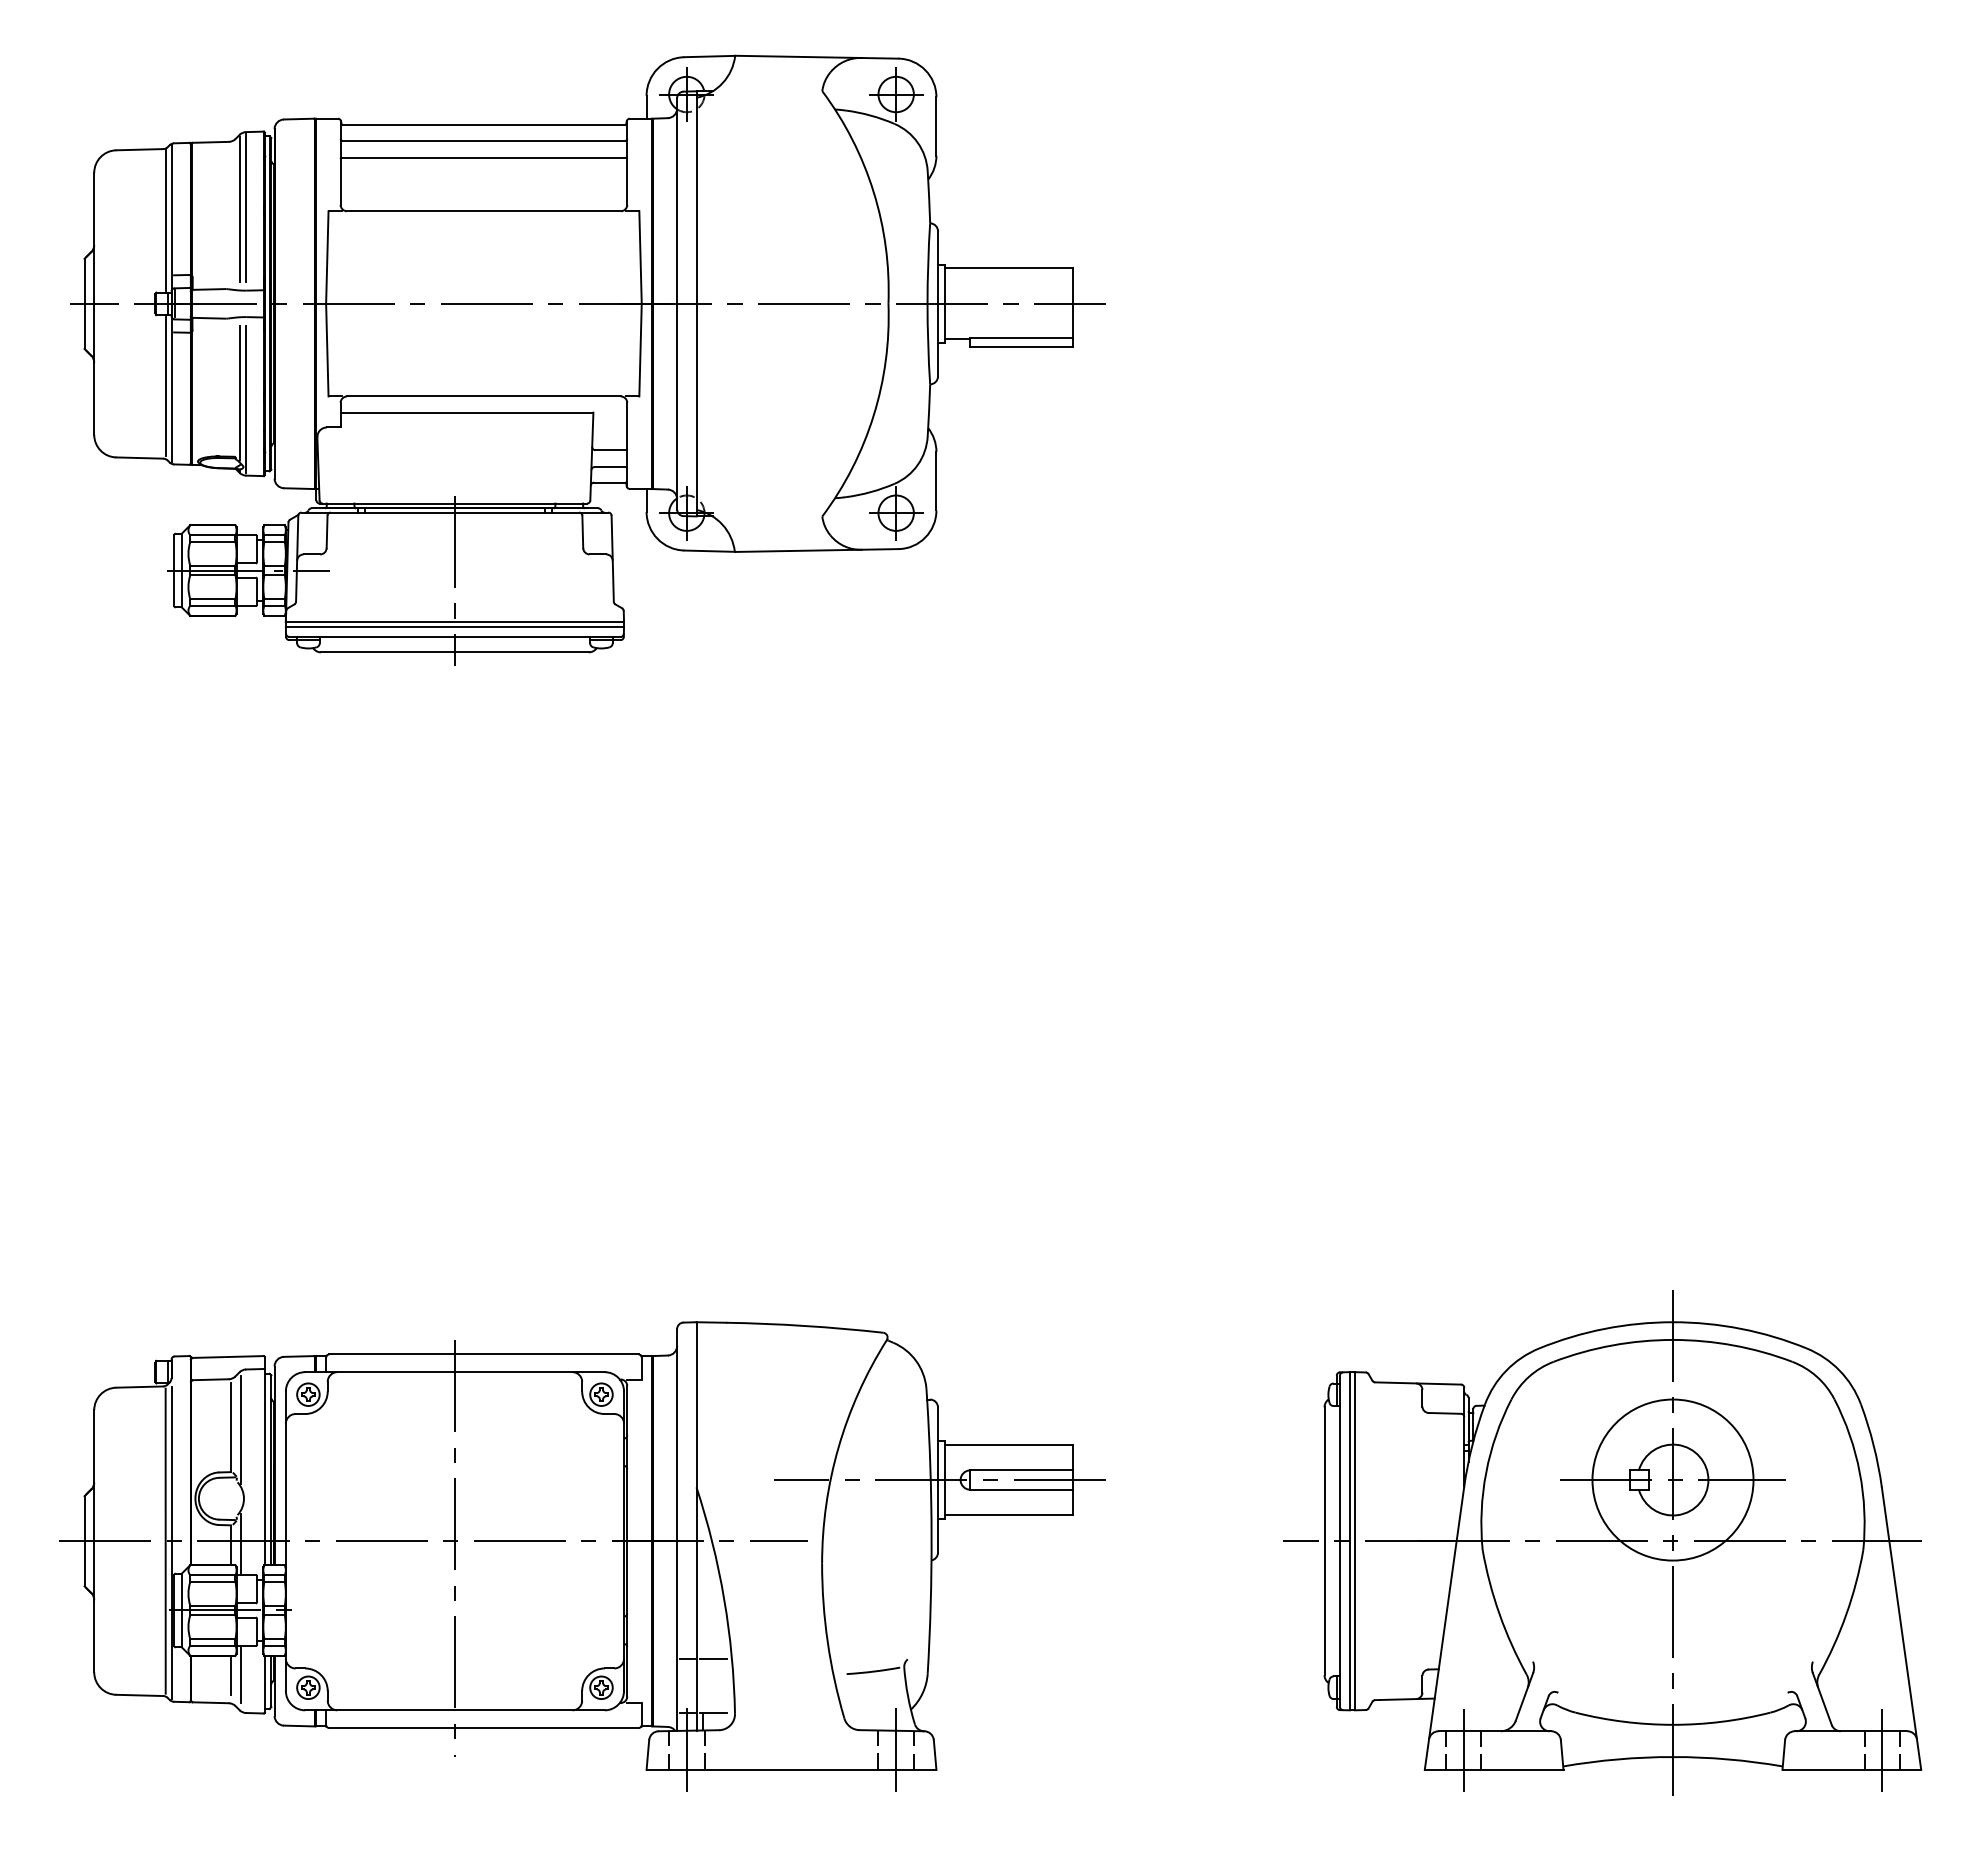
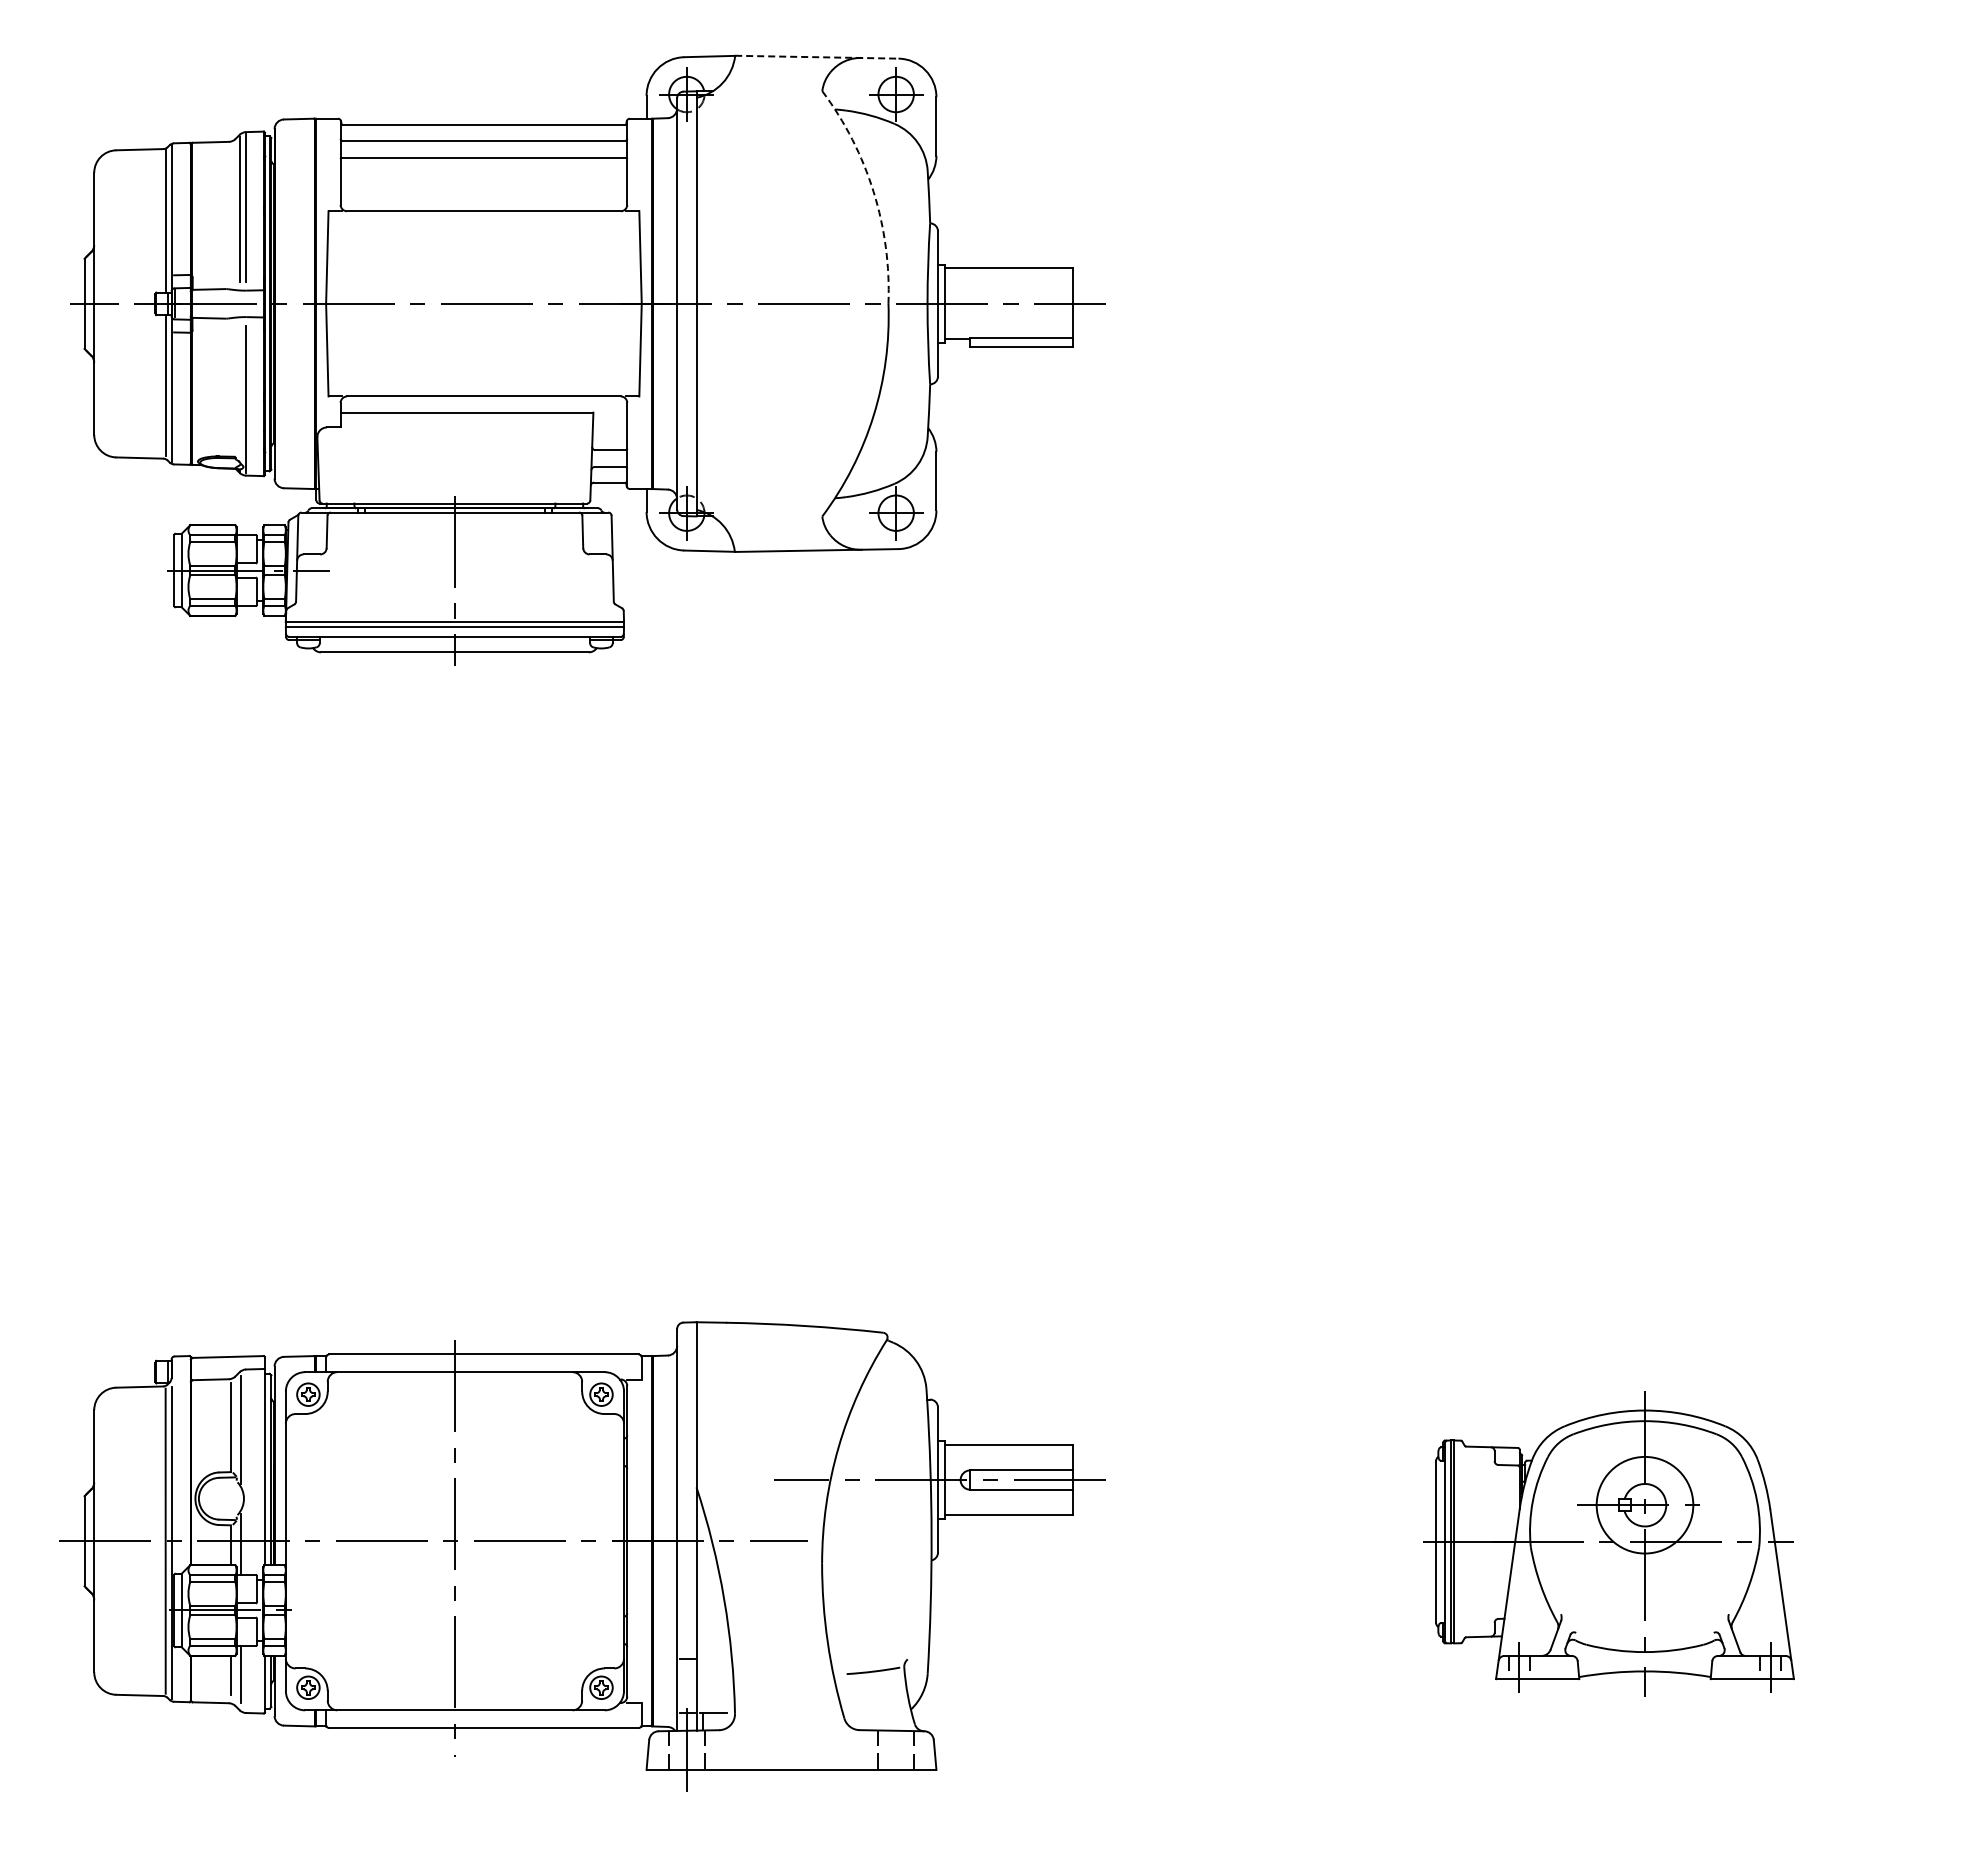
line at (816, 57): solid -> dashed
arc at (873, 191): solid -> dashed
line at (239, 392): present -> none
part at (1602, 1542) size: 640x506 px -> 372x306 px
line at (712, 1658): present -> none
line at (896, 1750): present -> none
